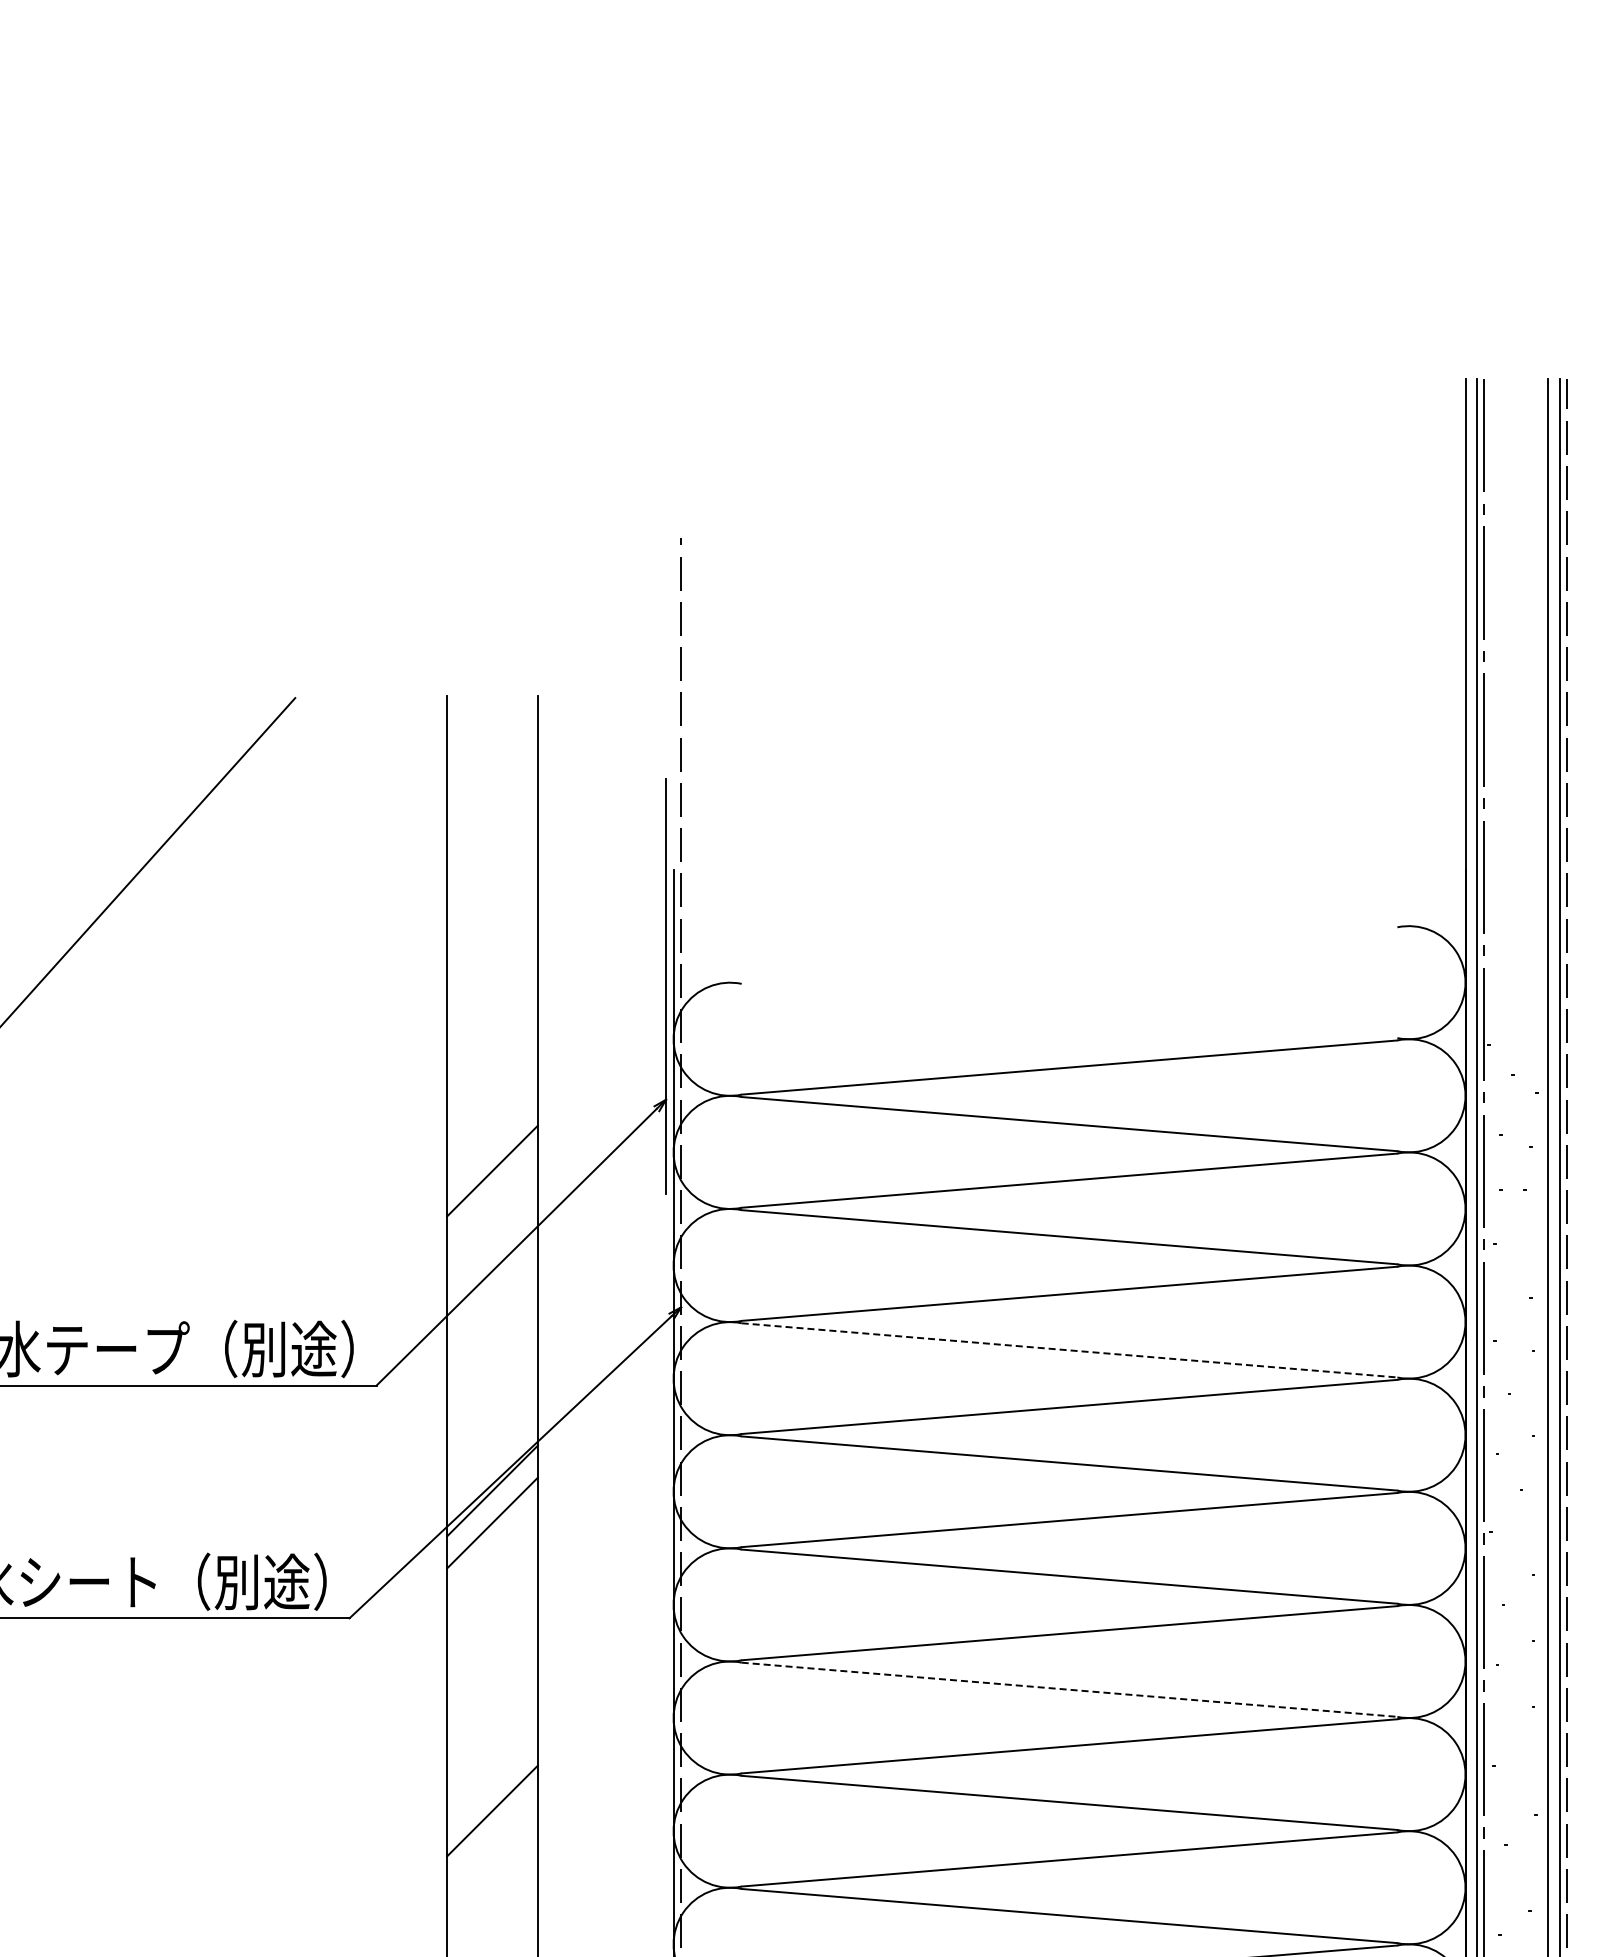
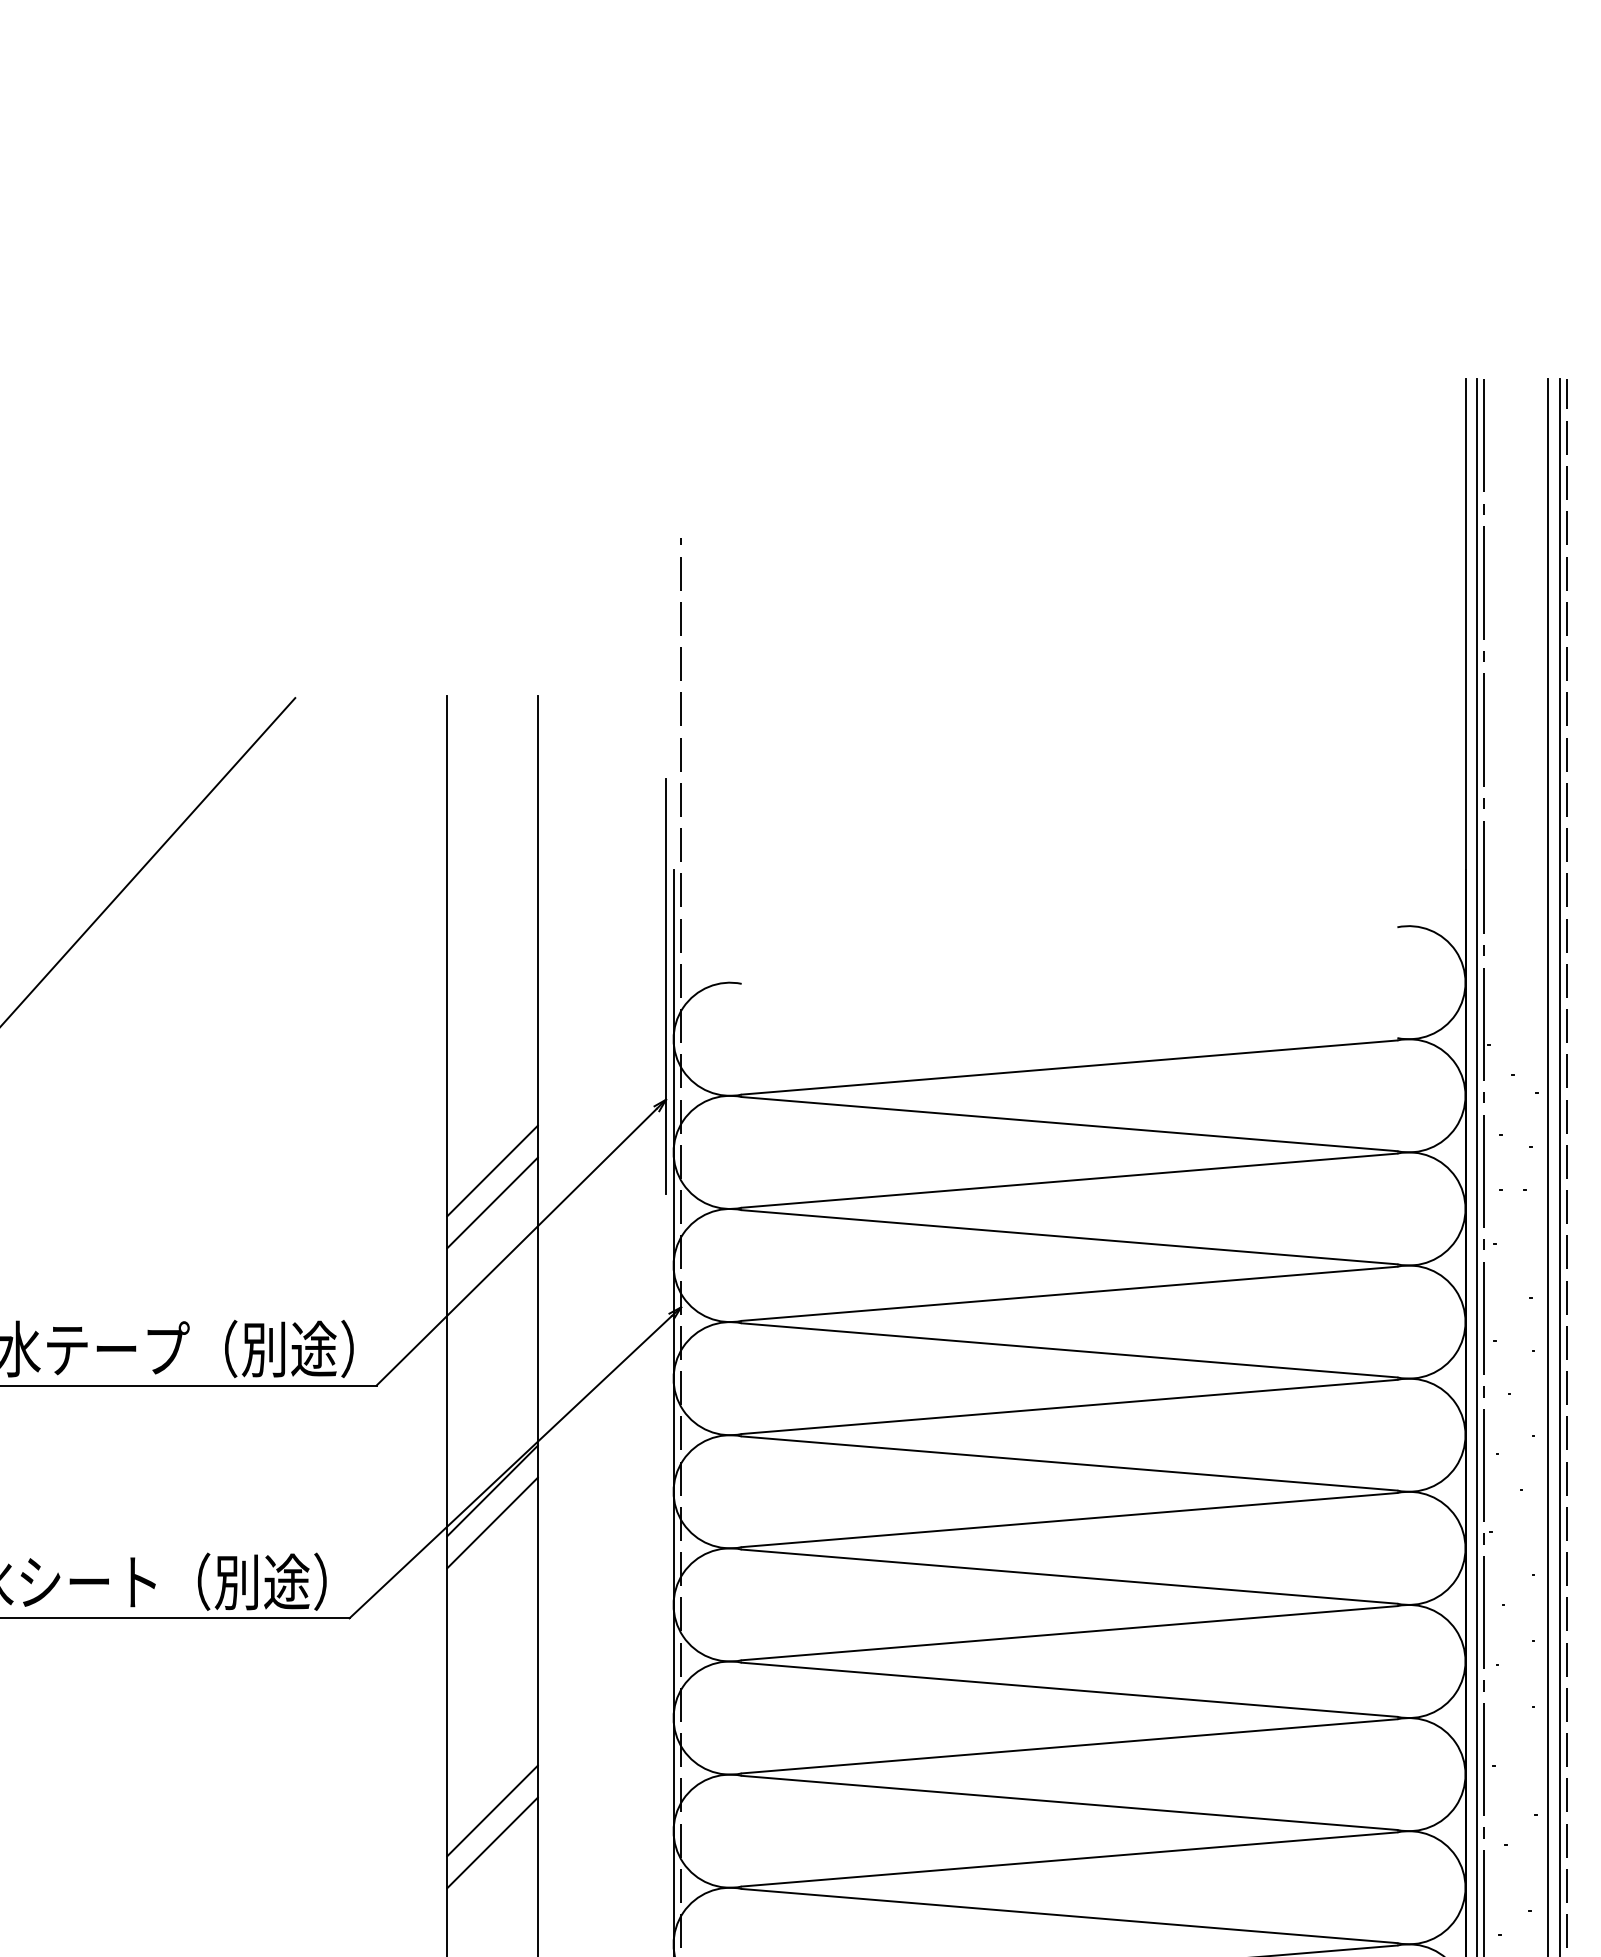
line at (492, 1202): none -> present
line at (1069, 1350): dashed -> solid
line at (1069, 1689): dashed -> solid
line at (492, 1842): none -> present
